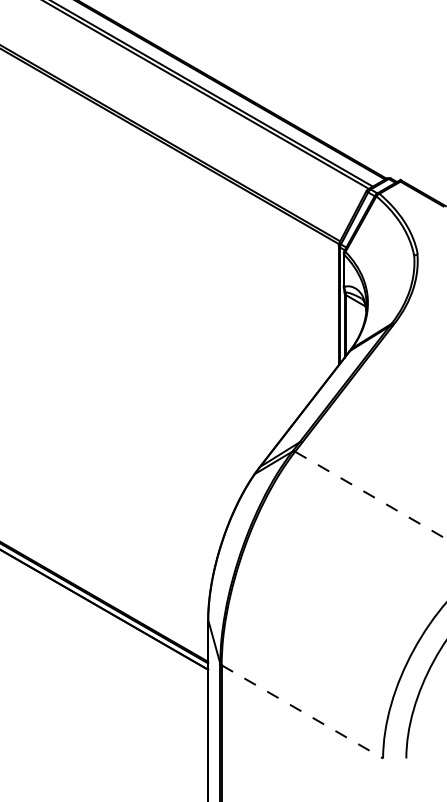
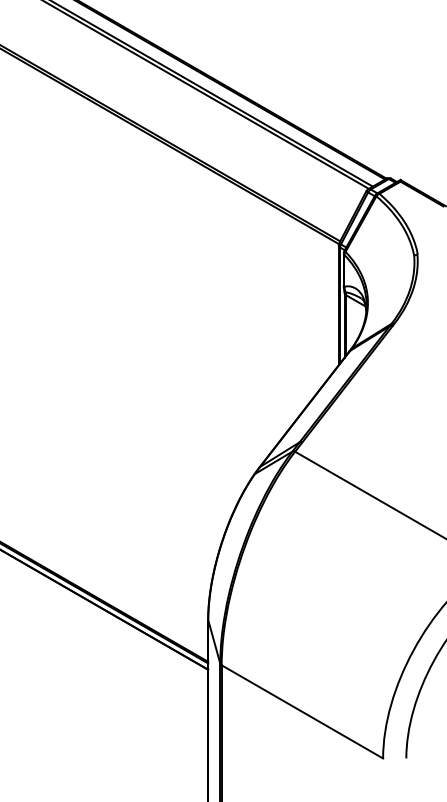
line at (371, 495): dashed -> solid
line at (302, 712): dashed -> solid
